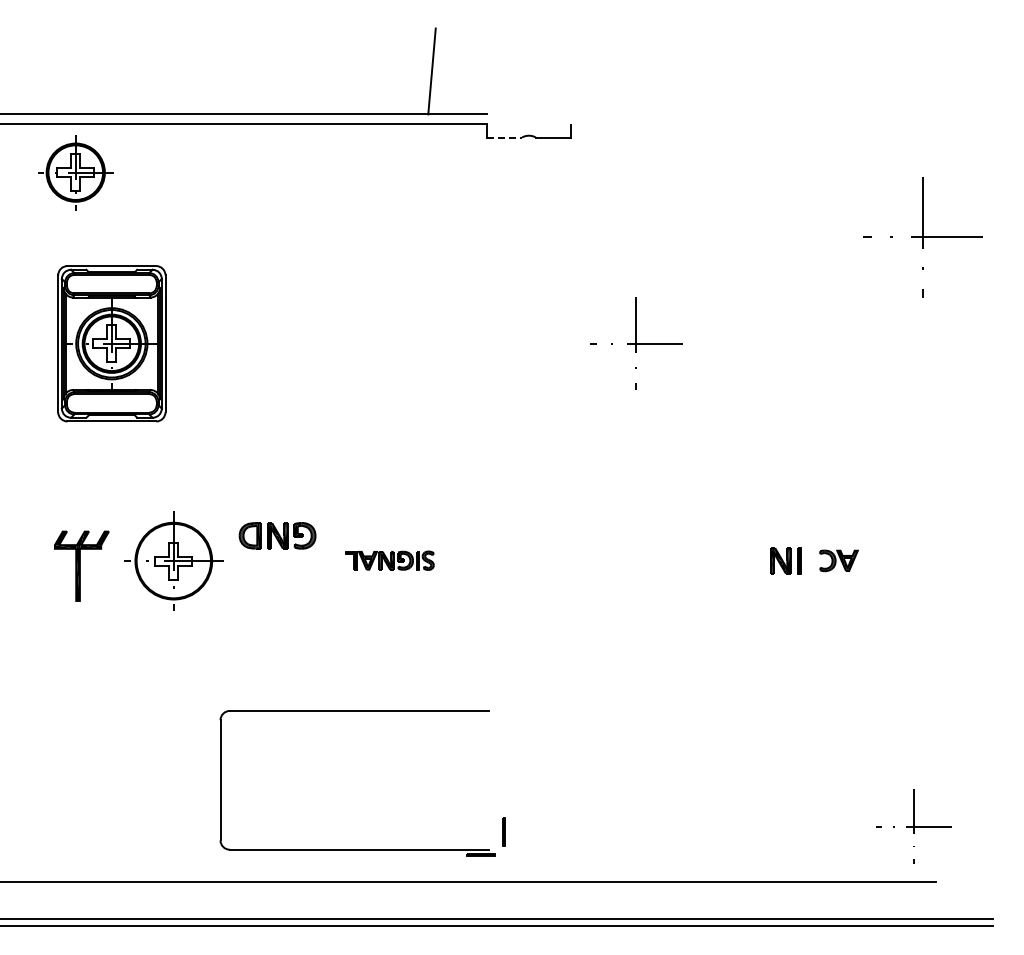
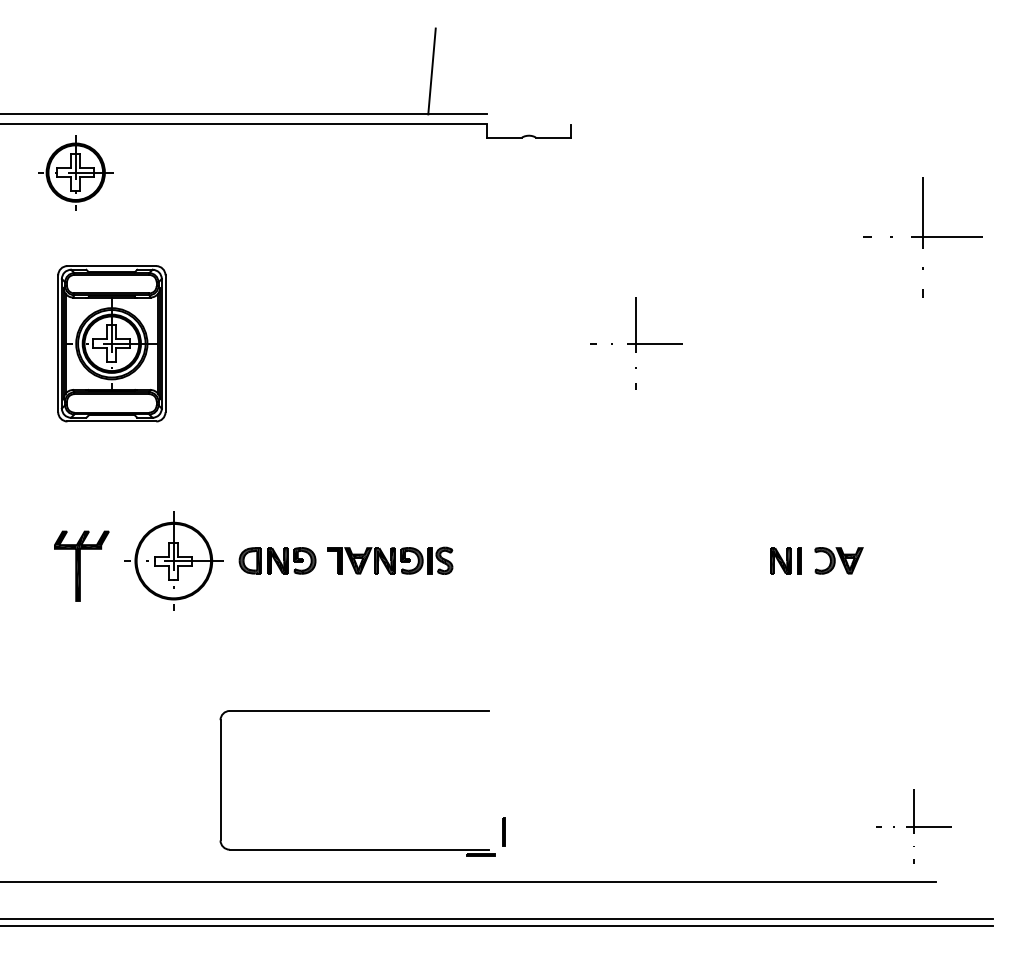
line at (505, 137): dashed -> solid
part at (277, 535) position: (277, 535) -> (277, 560)
part at (389, 560) size: 90x21 px -> 127x29 px
part at (838, 560) size: 40x24 px -> 50x28 px
